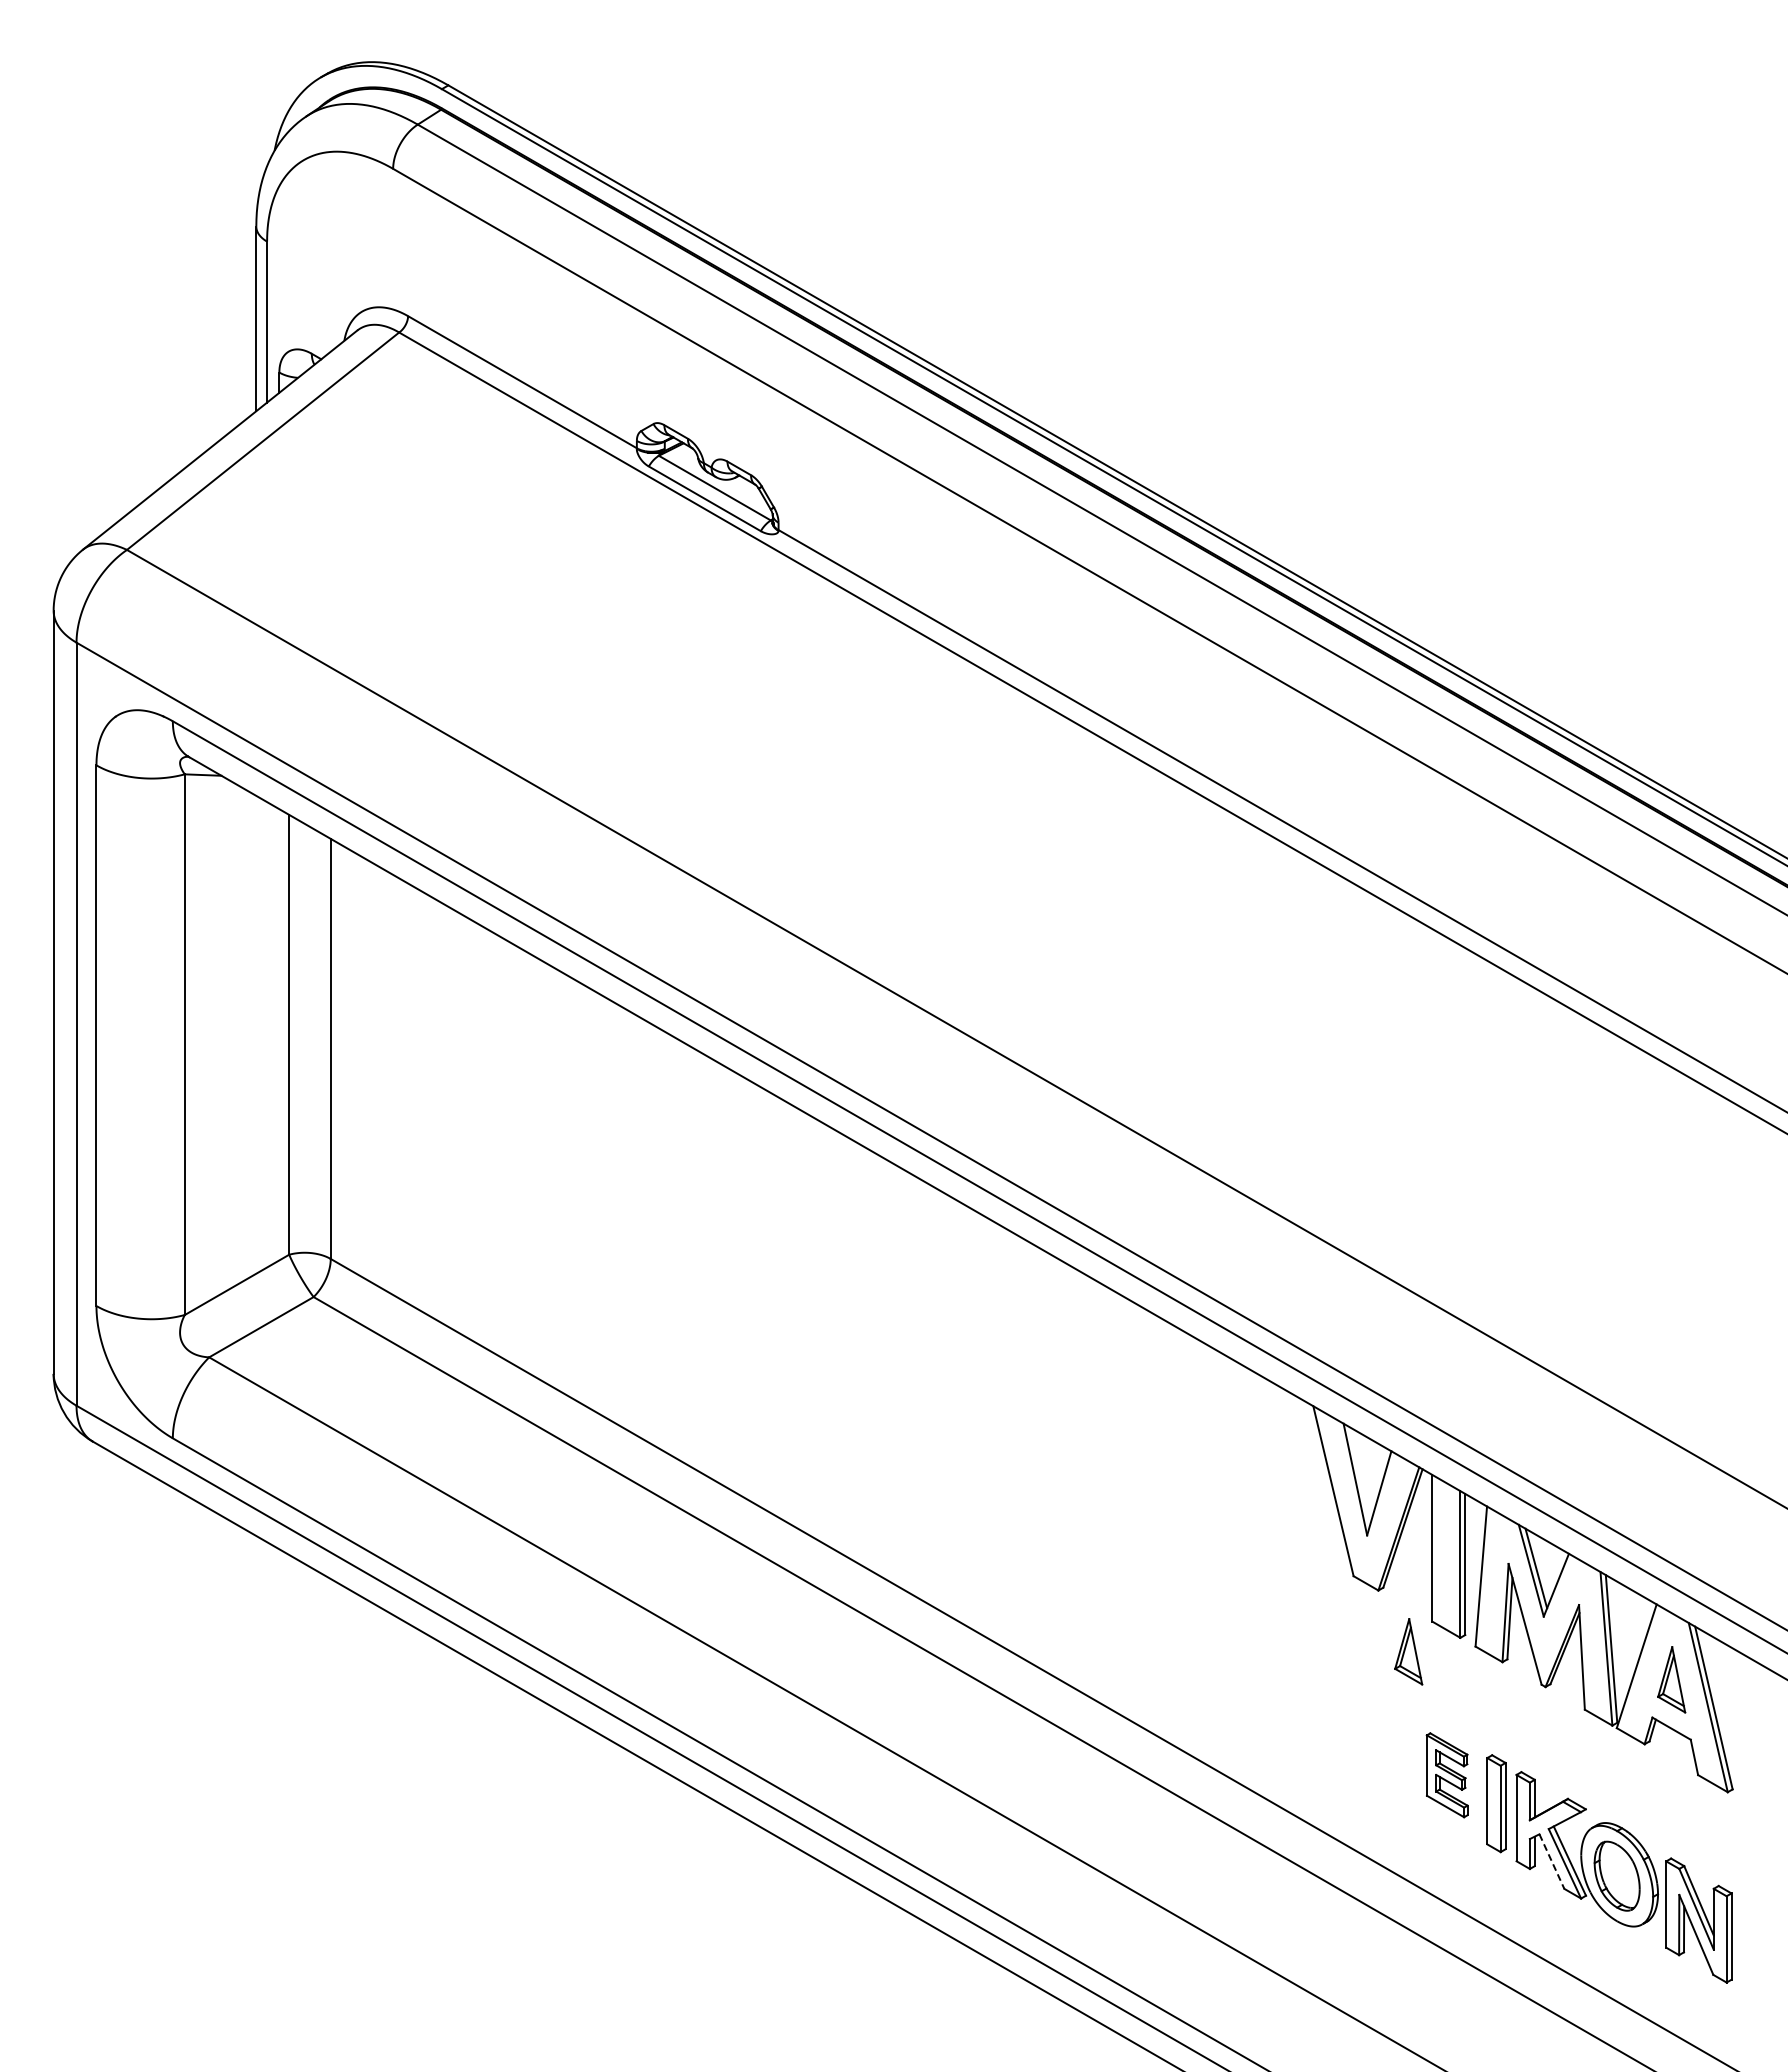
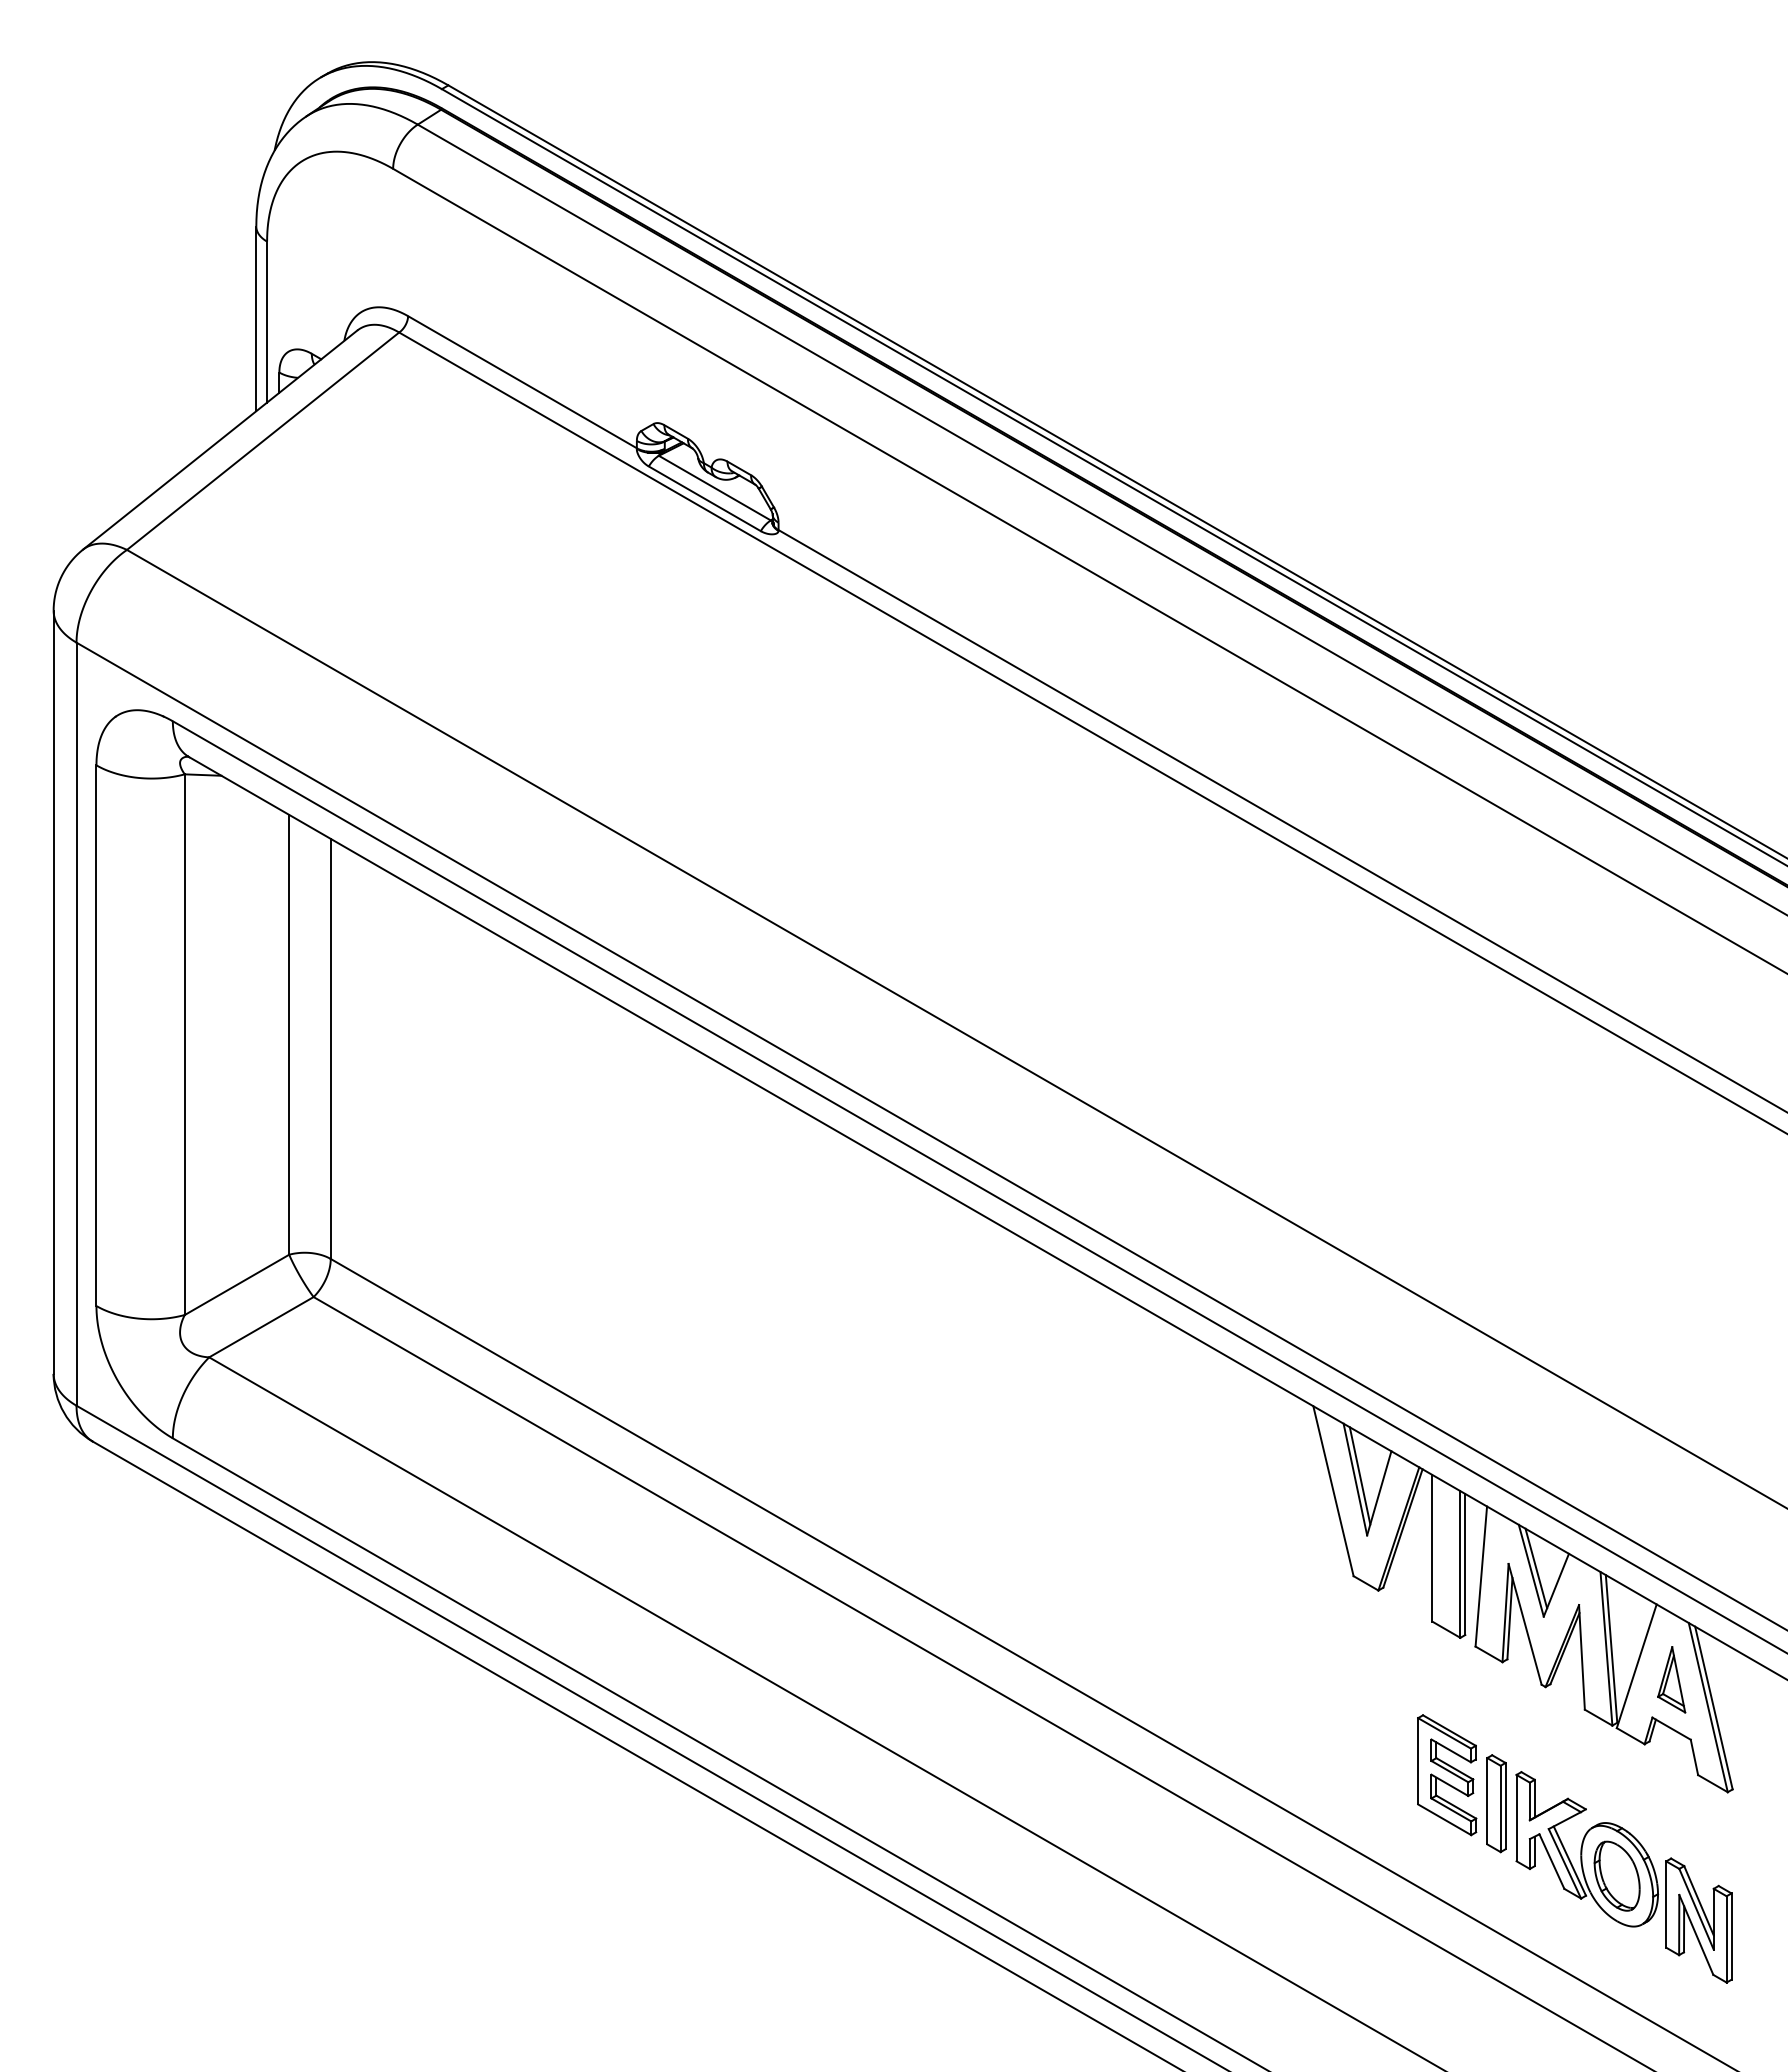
line at (1359, 1475): none -> present
part at (1408, 1651): present -> none
part at (1446, 1775) size: 44x87 px -> 61x123 px
line at (1551, 1861): dashed -> solid
